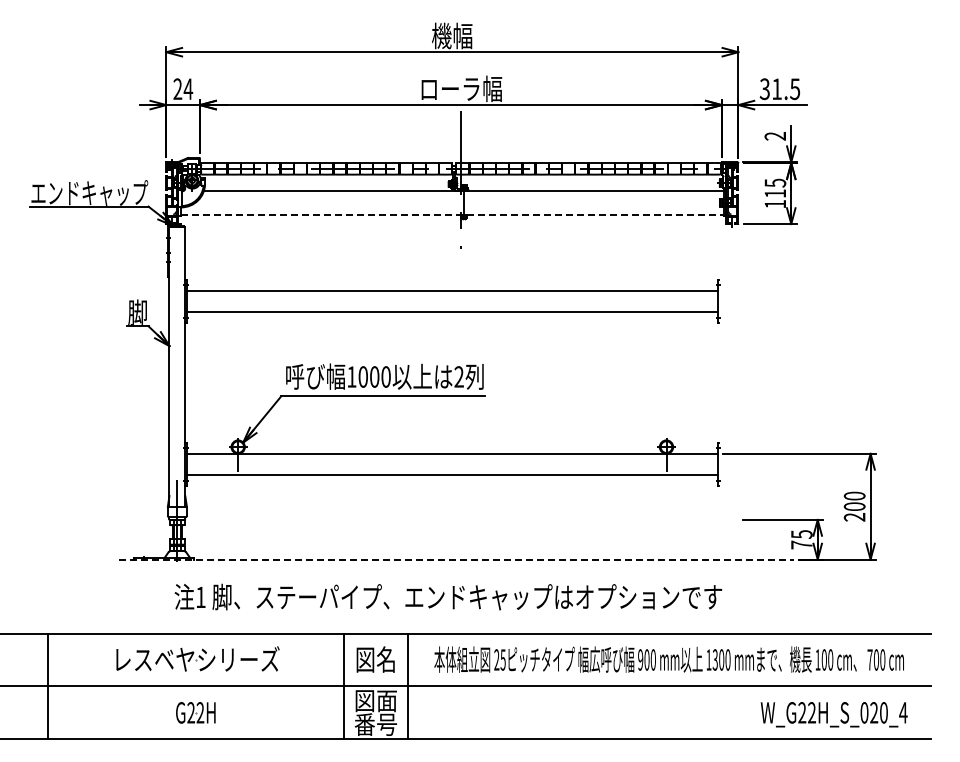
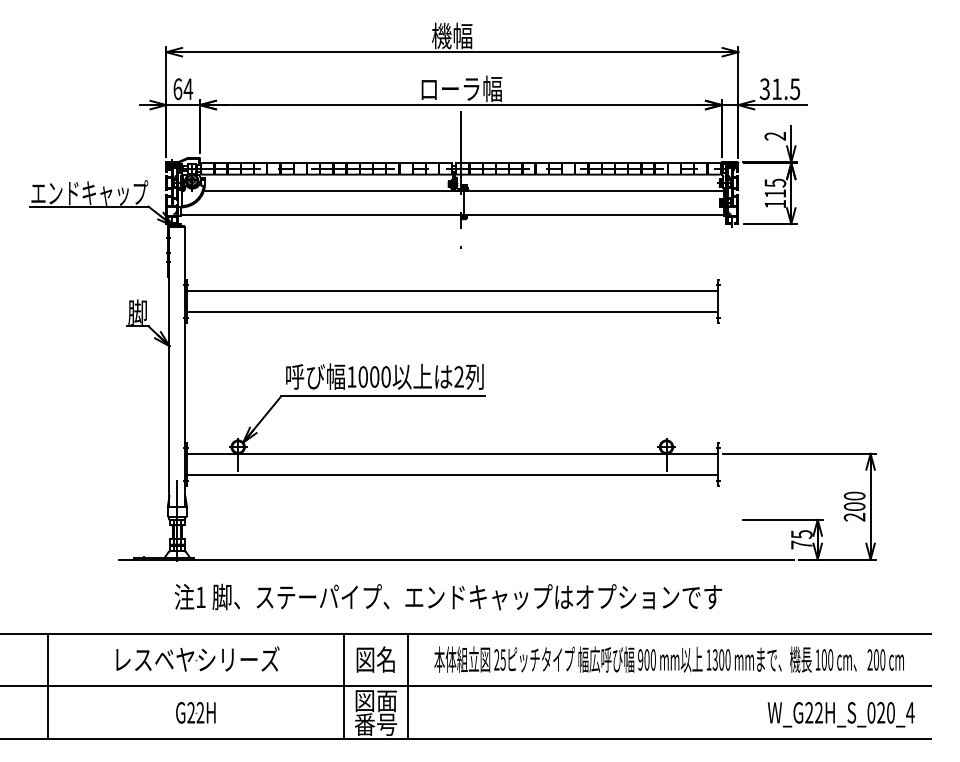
text at (177, 89): 24 -> 64
line at (452, 214): dashed -> solid
line at (456, 559): dashed -> solid
text at (869, 659): 700 -> 200
text at (833, 714) position: (833, 714) -> (840, 714)
